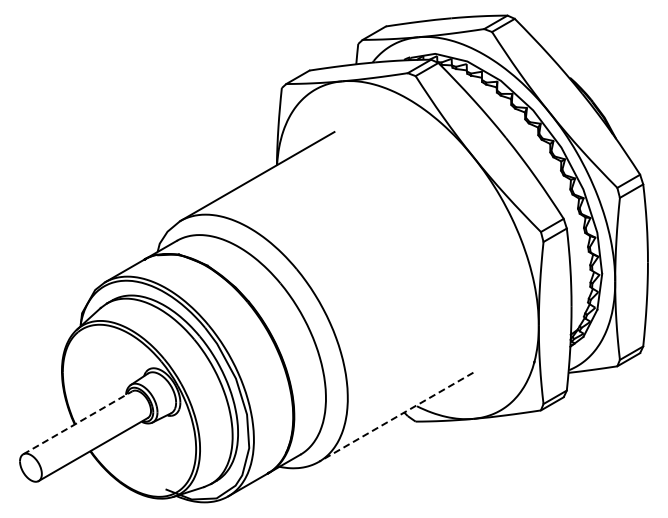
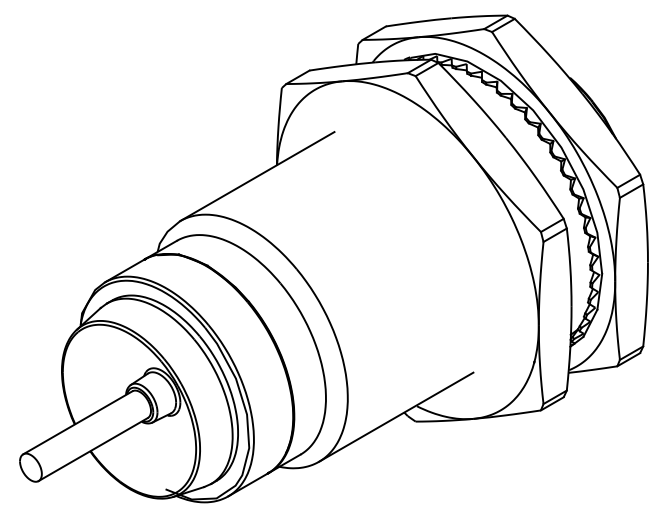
line at (395, 417): dashed -> solid
line at (78, 422): dashed -> solid
